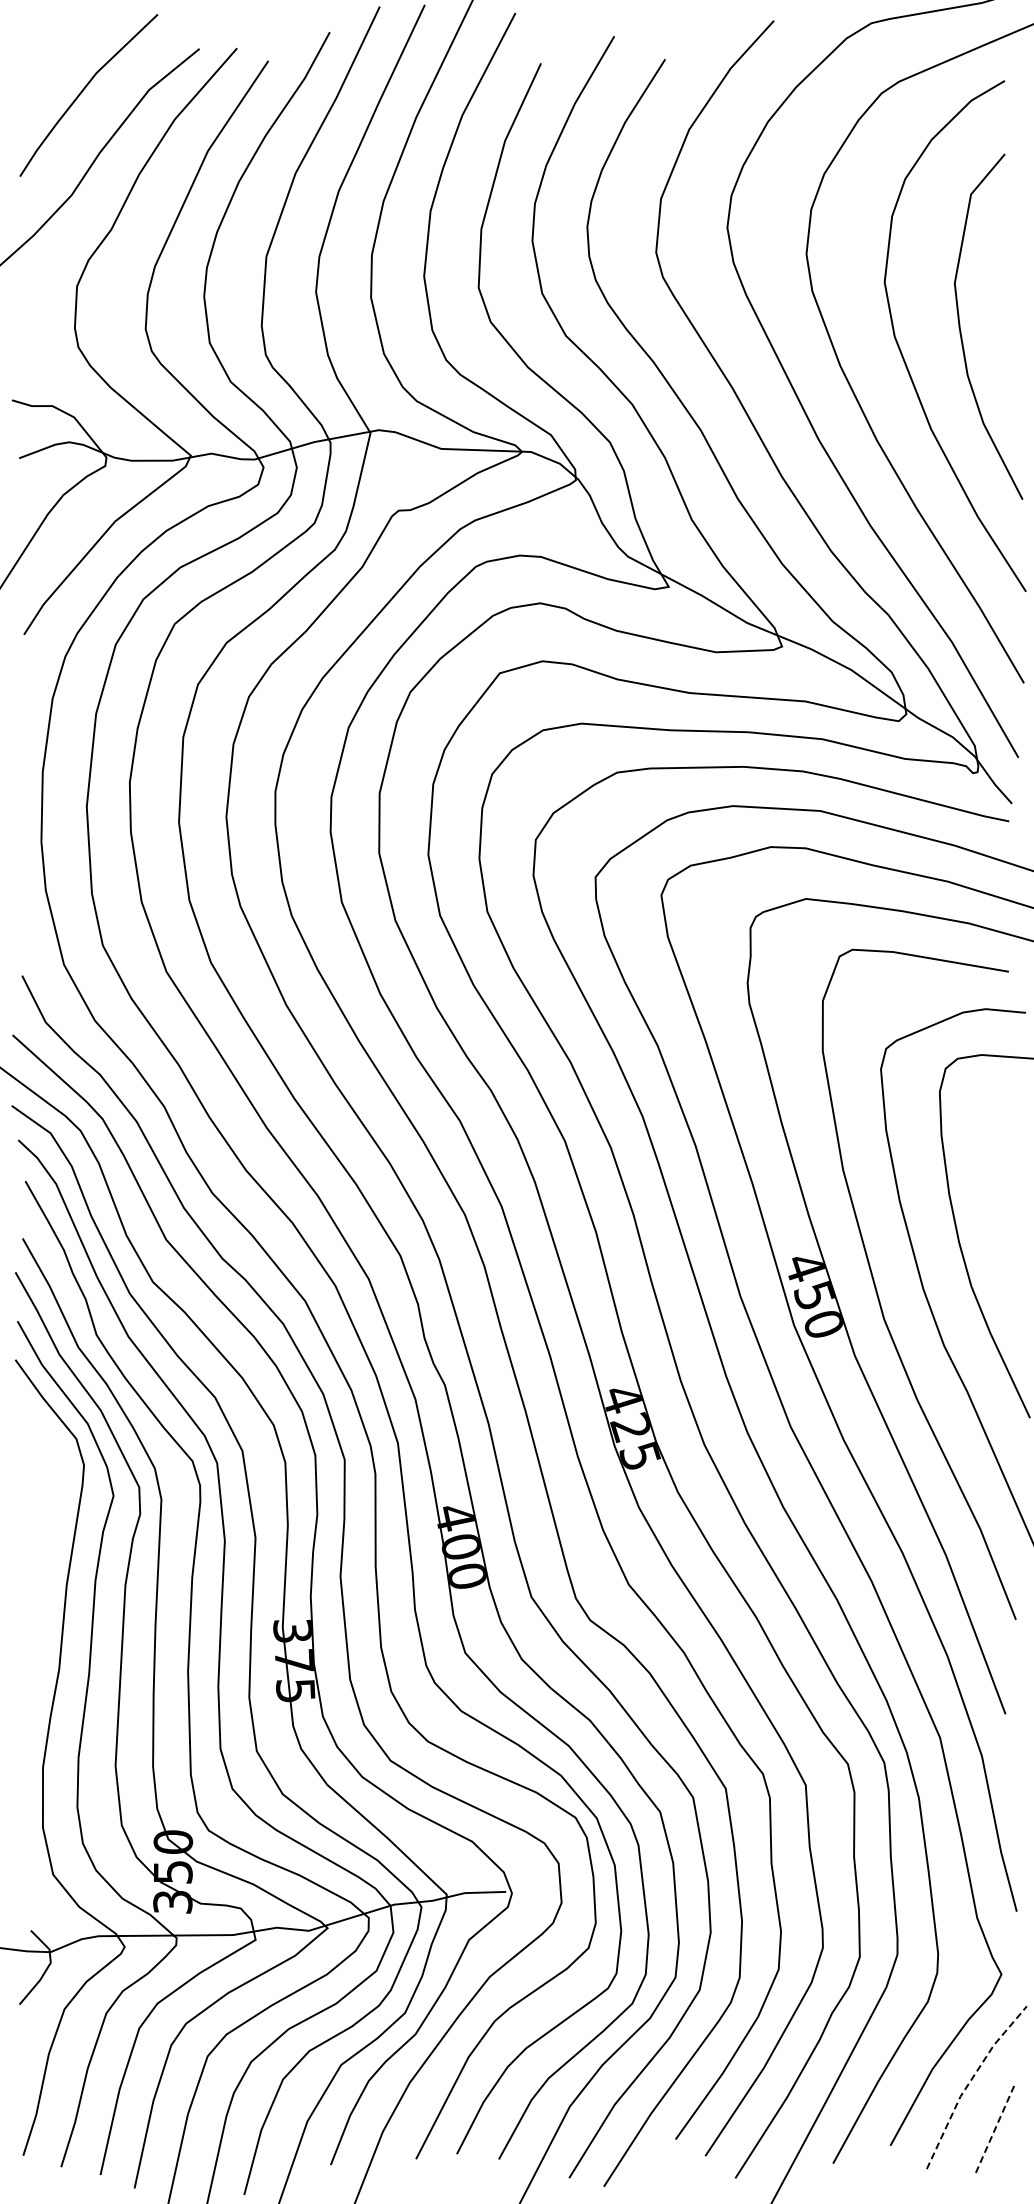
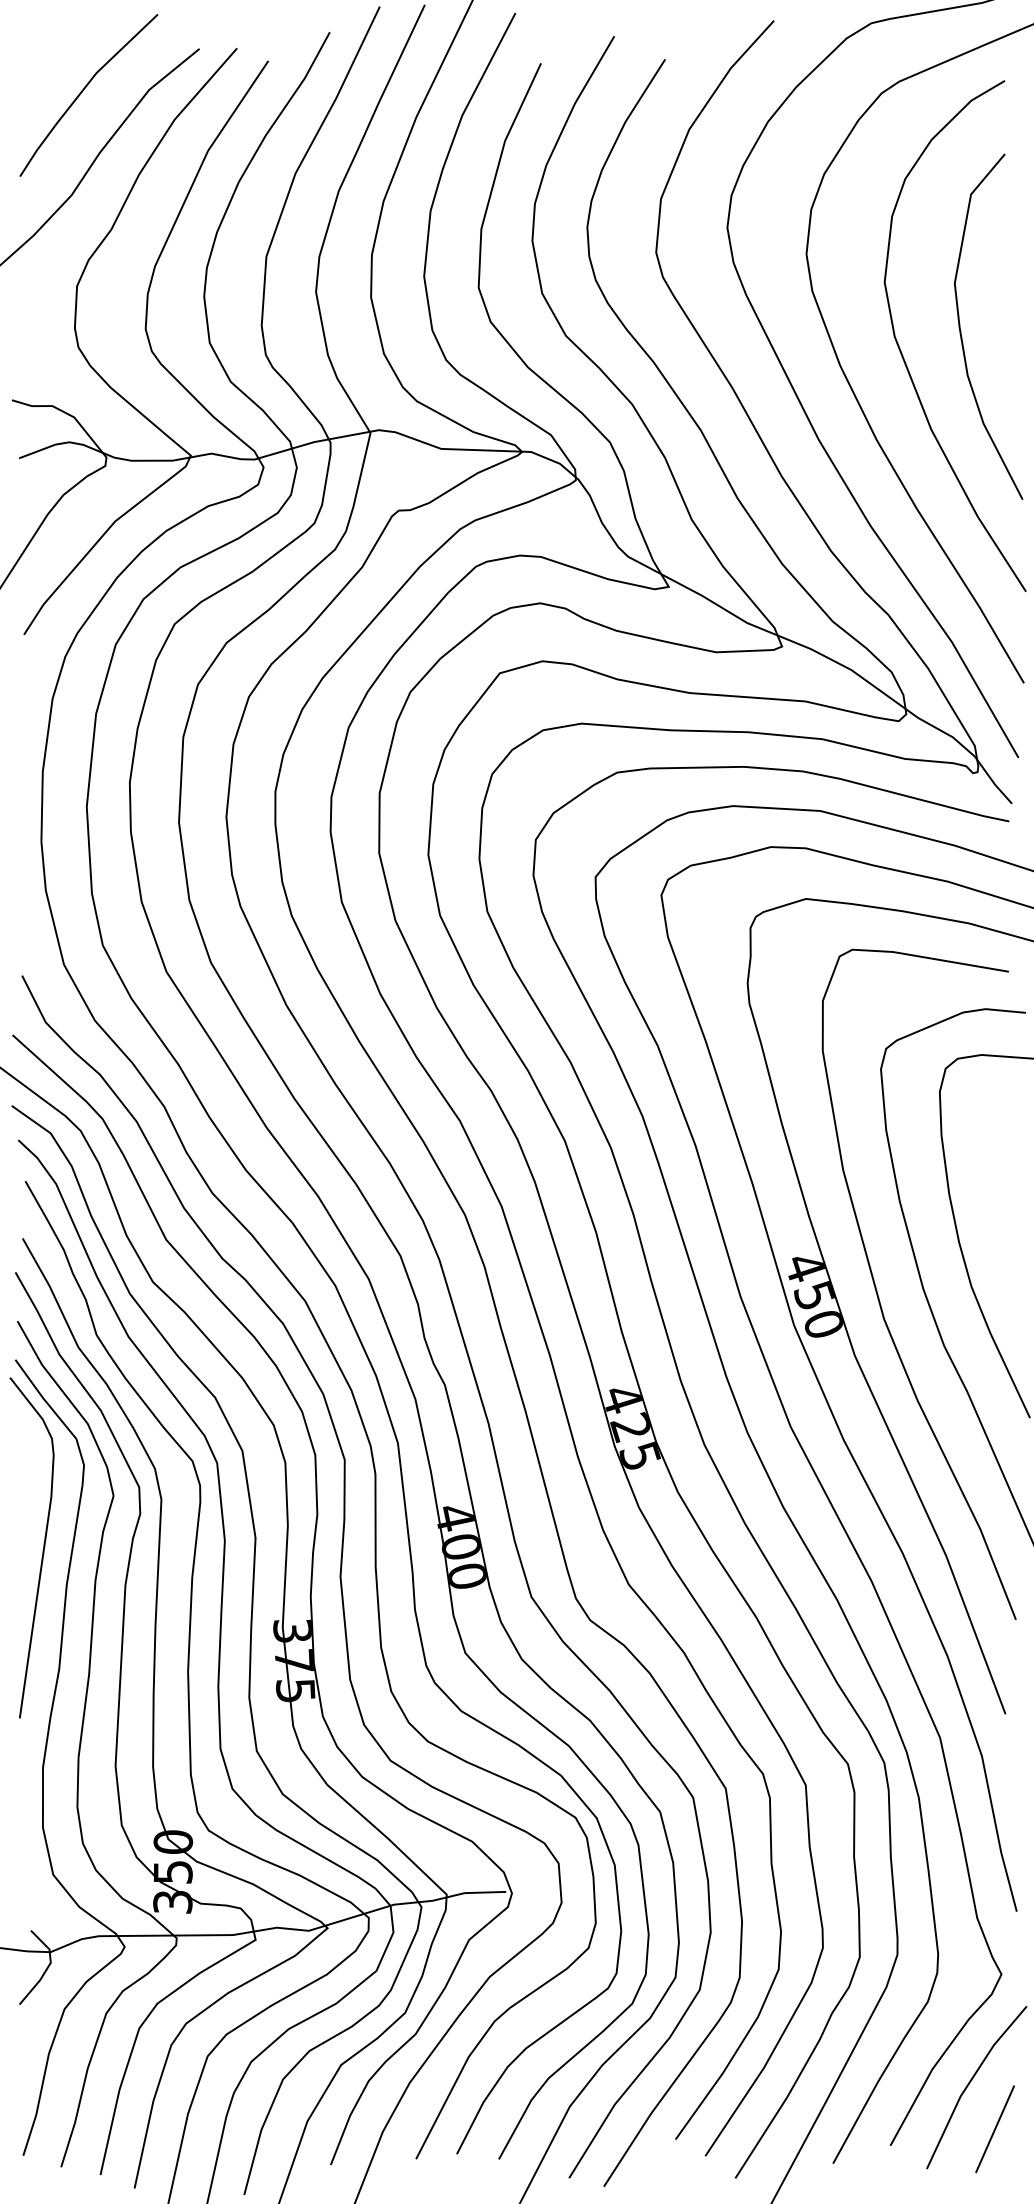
curve at (42, 1550): none -> present
line at (969, 2083): dashed -> solid
line at (995, 2129): dashed -> solid
